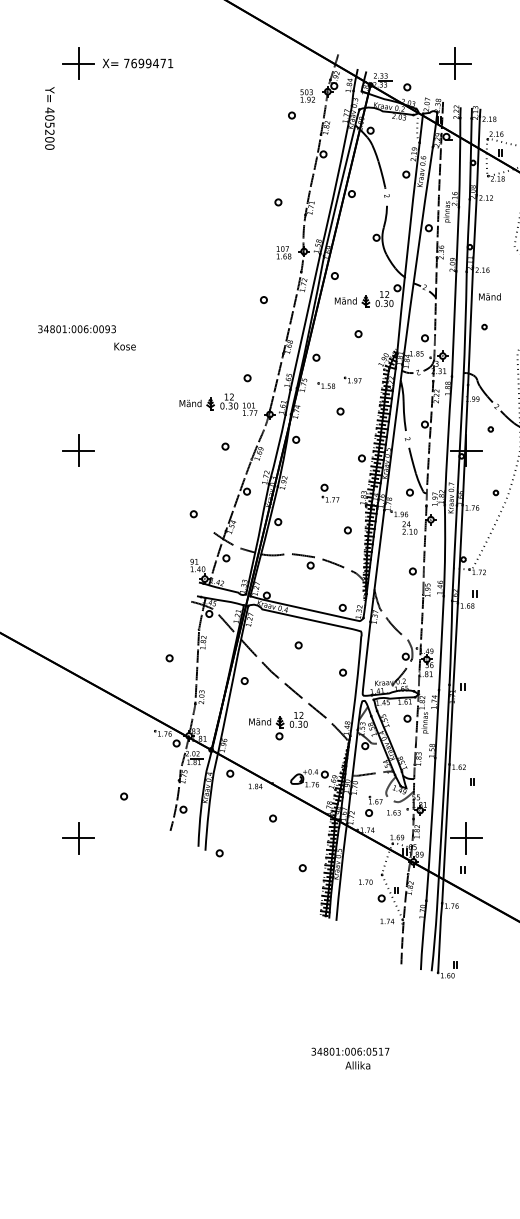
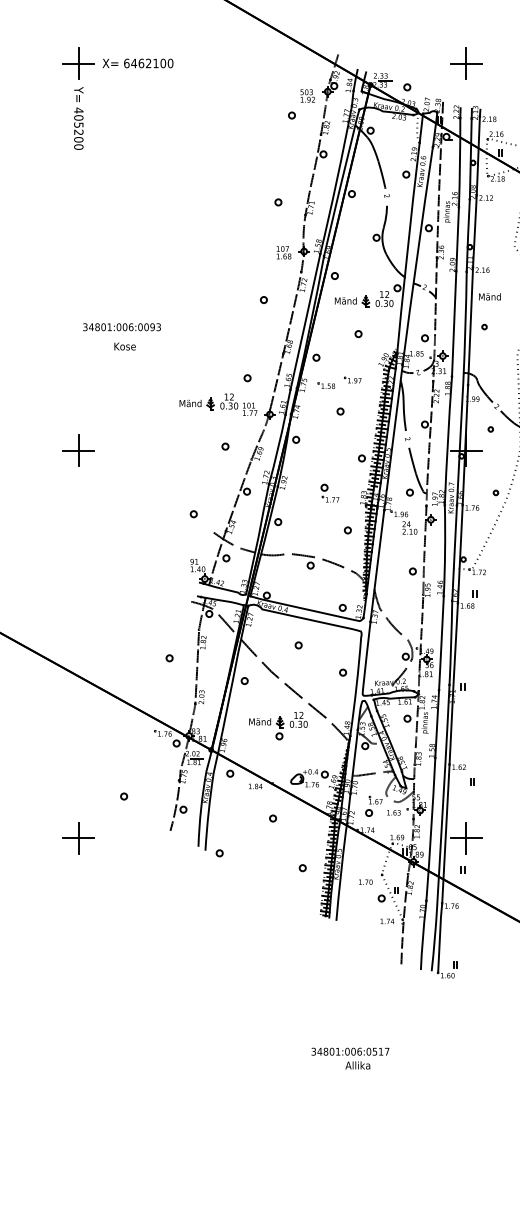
text at (148, 63): 7699471 -> 6462100
part at (455, 63) position: (455, 63) -> (466, 63)
text at (49, 118) position: (49, 118) -> (78, 118)
text at (76, 329) position: (76, 329) -> (121, 327)
